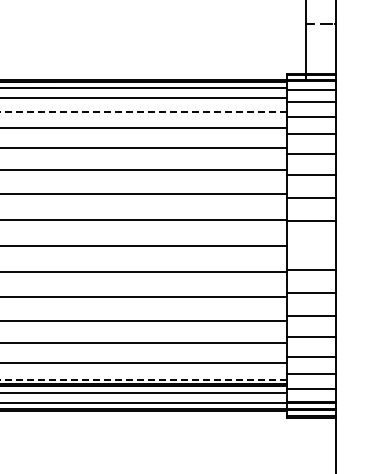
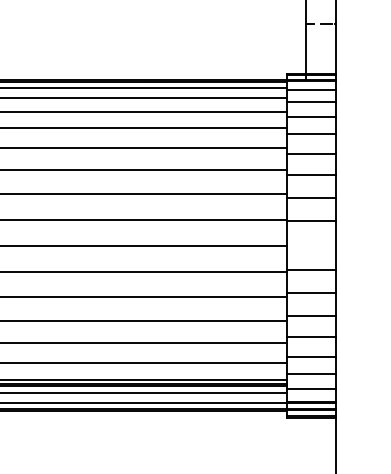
line at (144, 111): dashed -> solid
line at (143, 379): dashed -> solid
